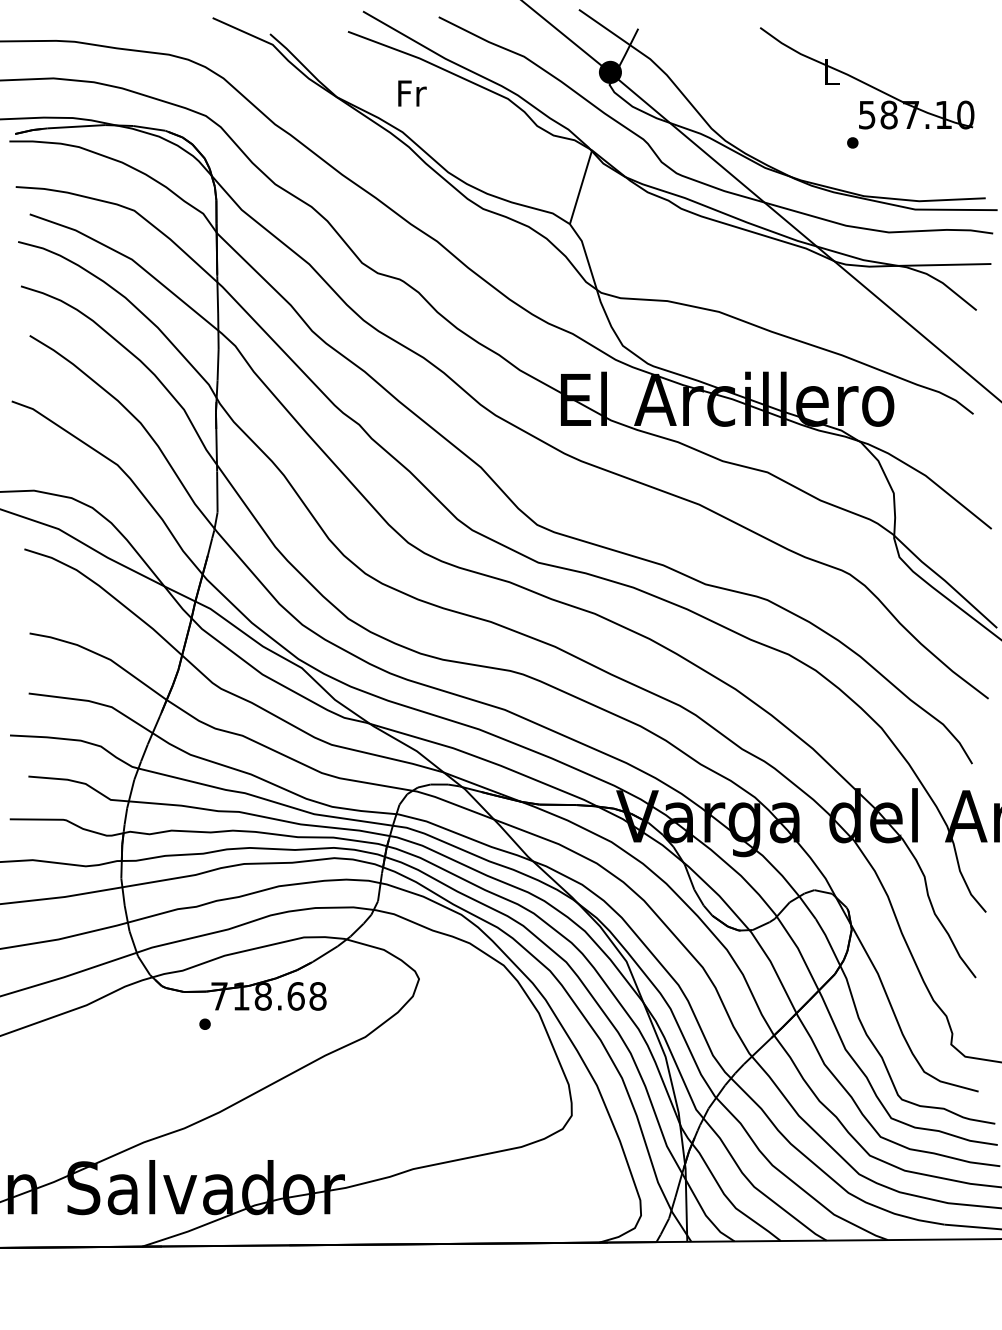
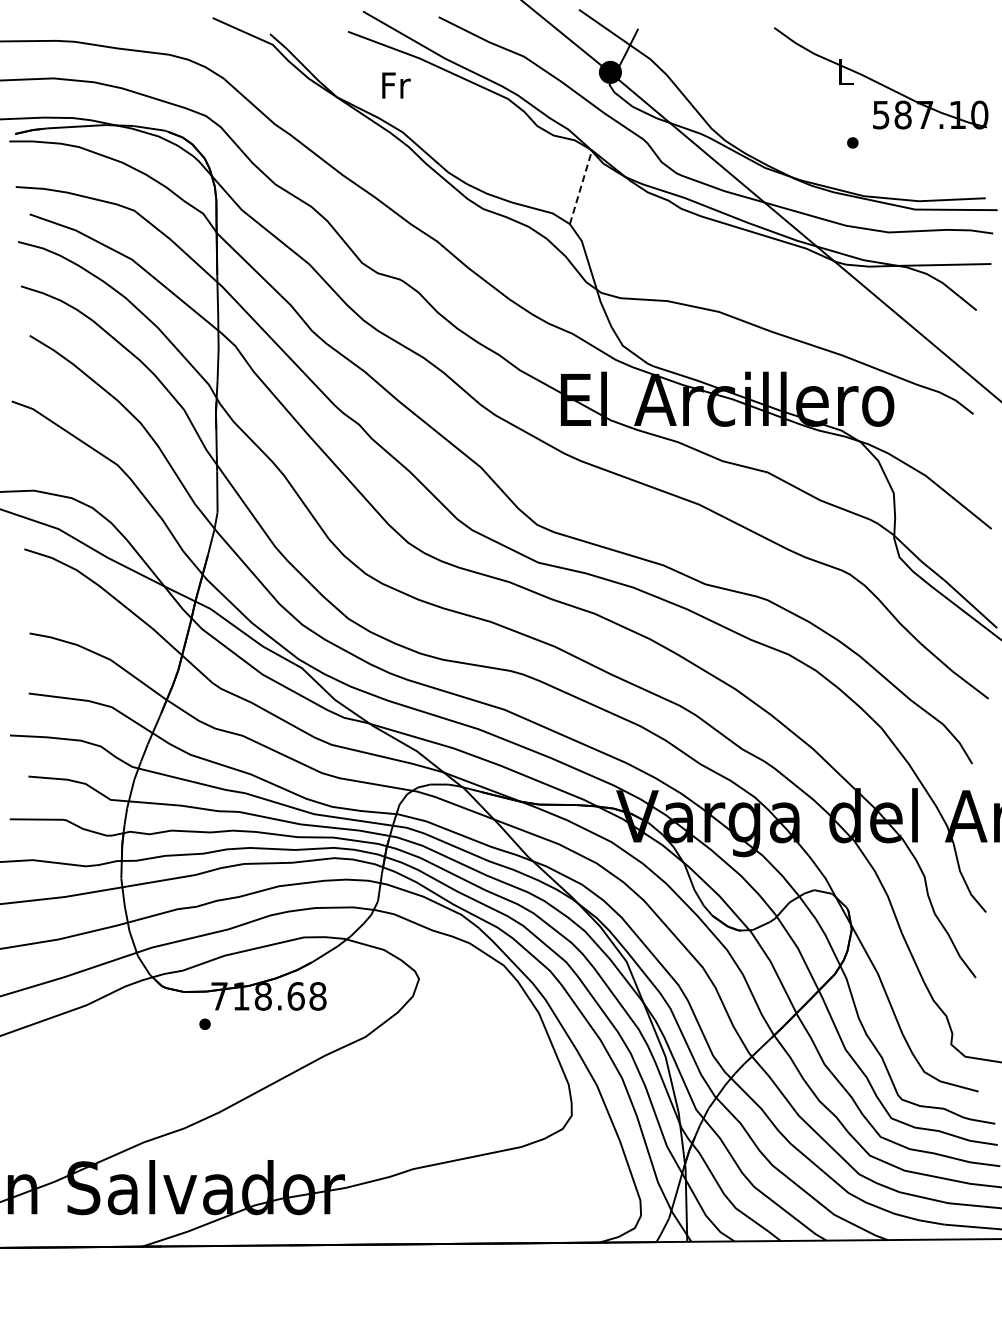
part at (866, 78) position: (866, 78) -> (880, 78)
text at (412, 93) position: (412, 93) -> (396, 85)
line at (580, 187): solid -> dashed
